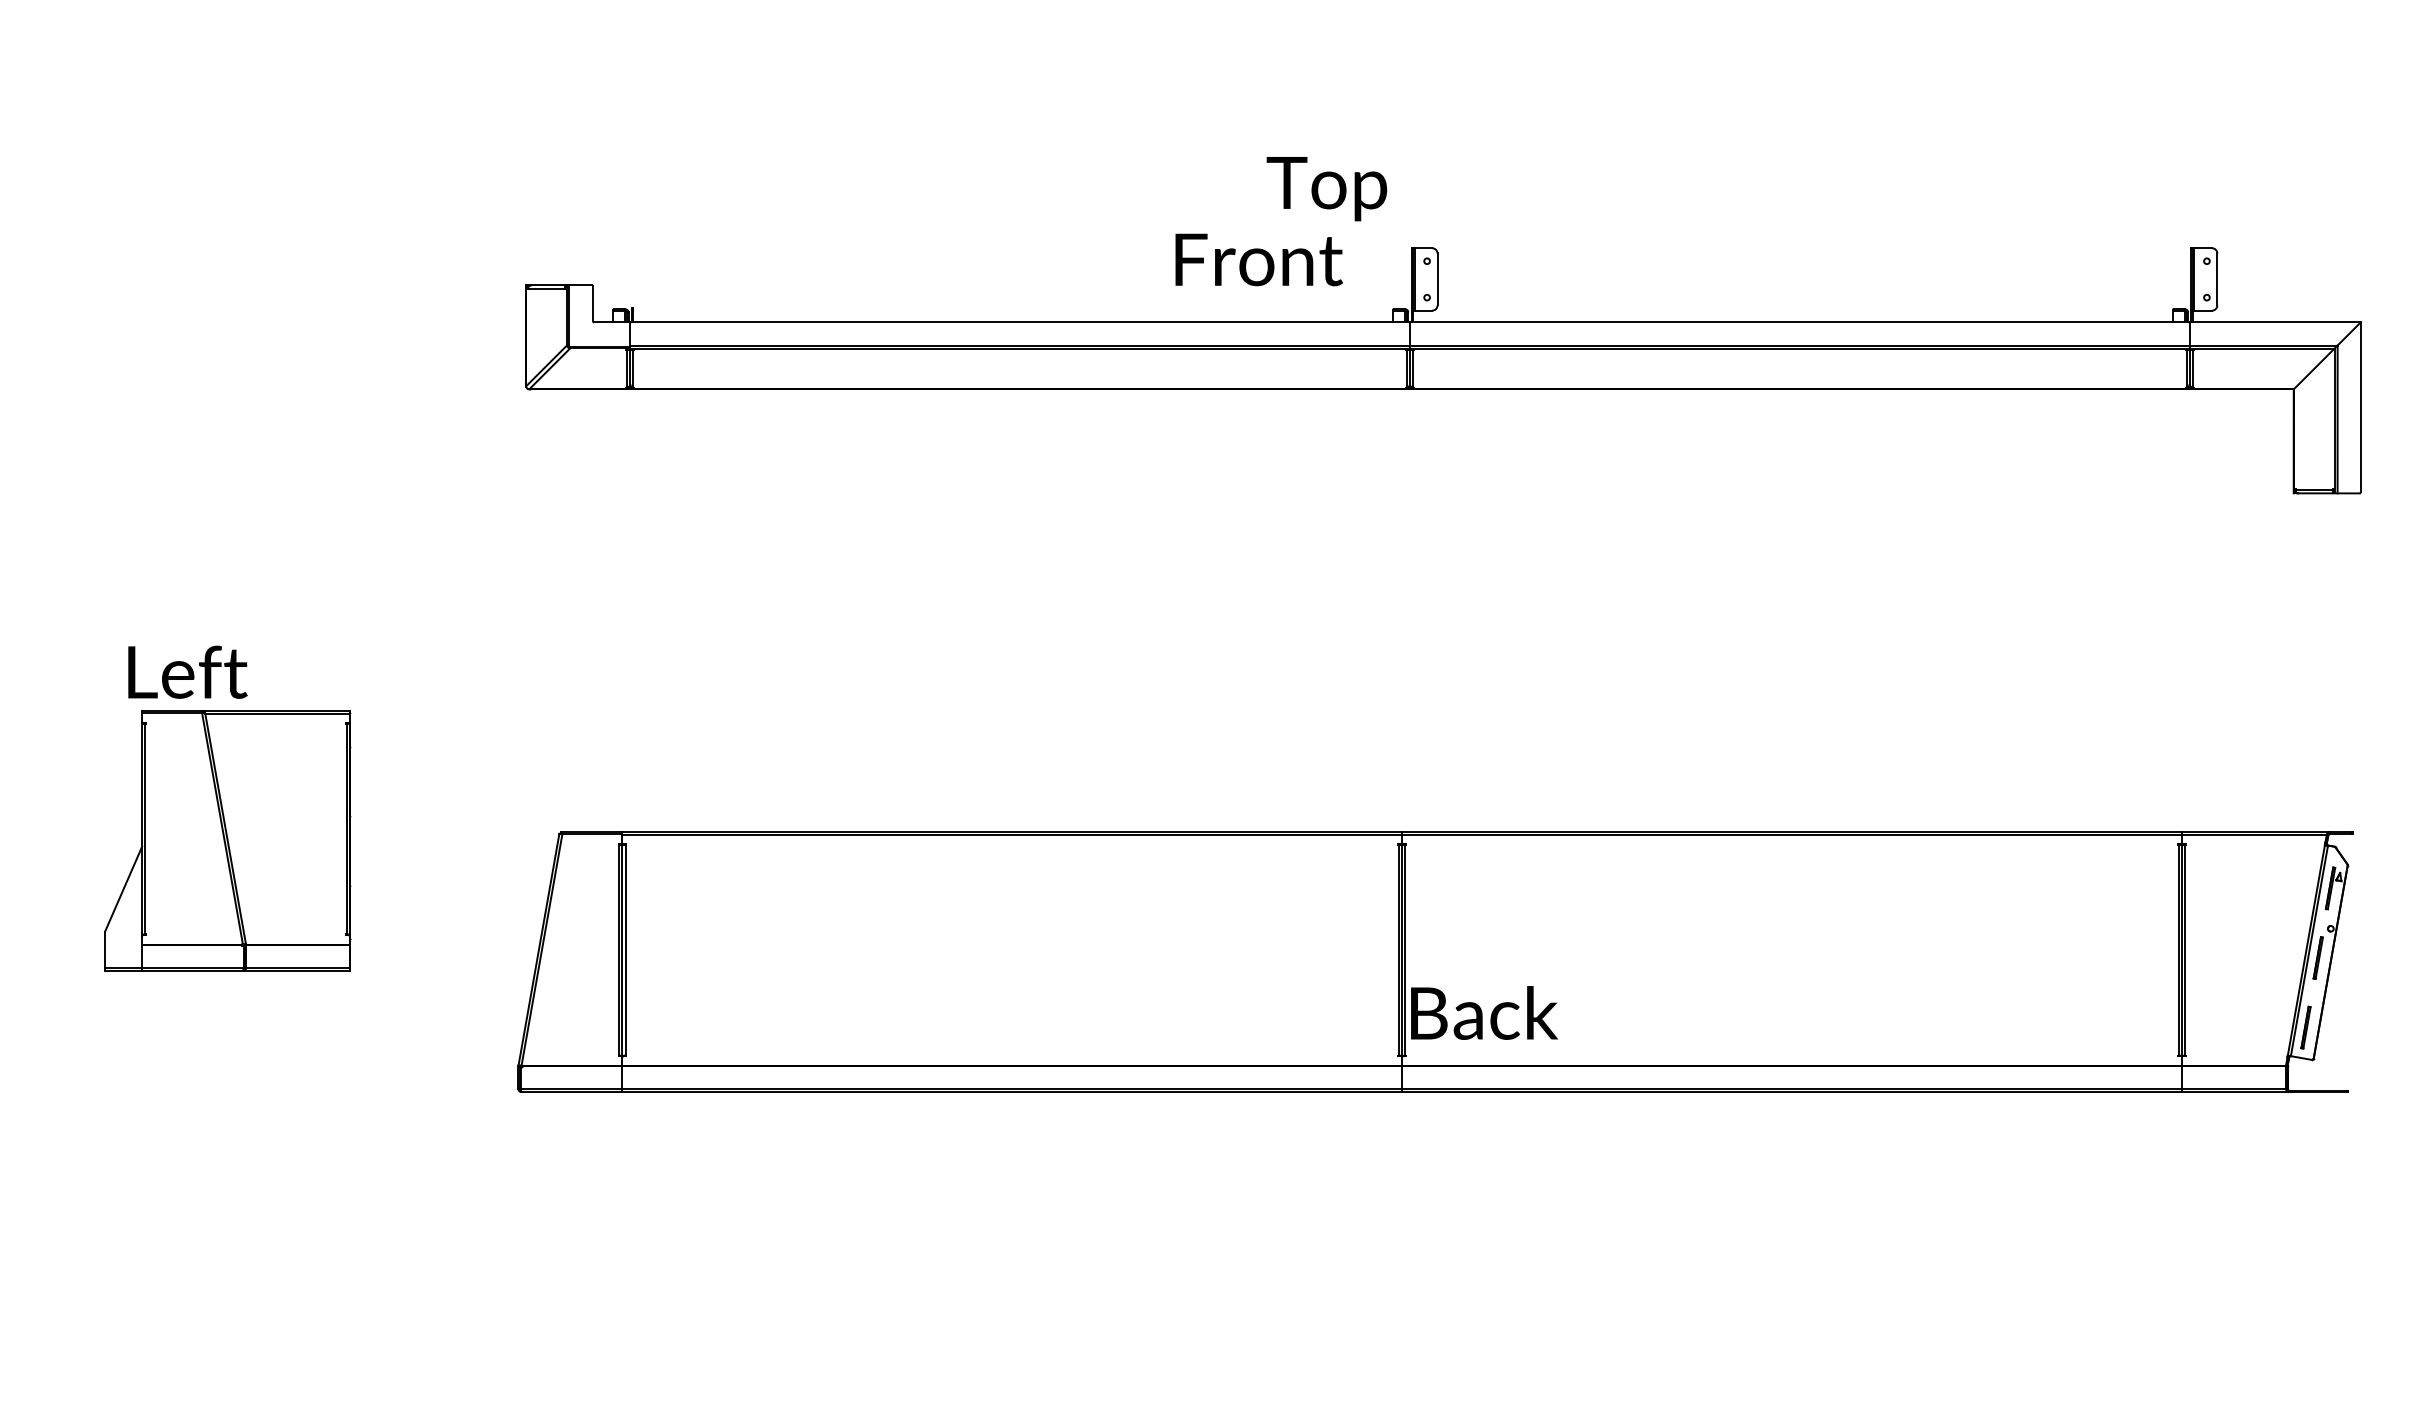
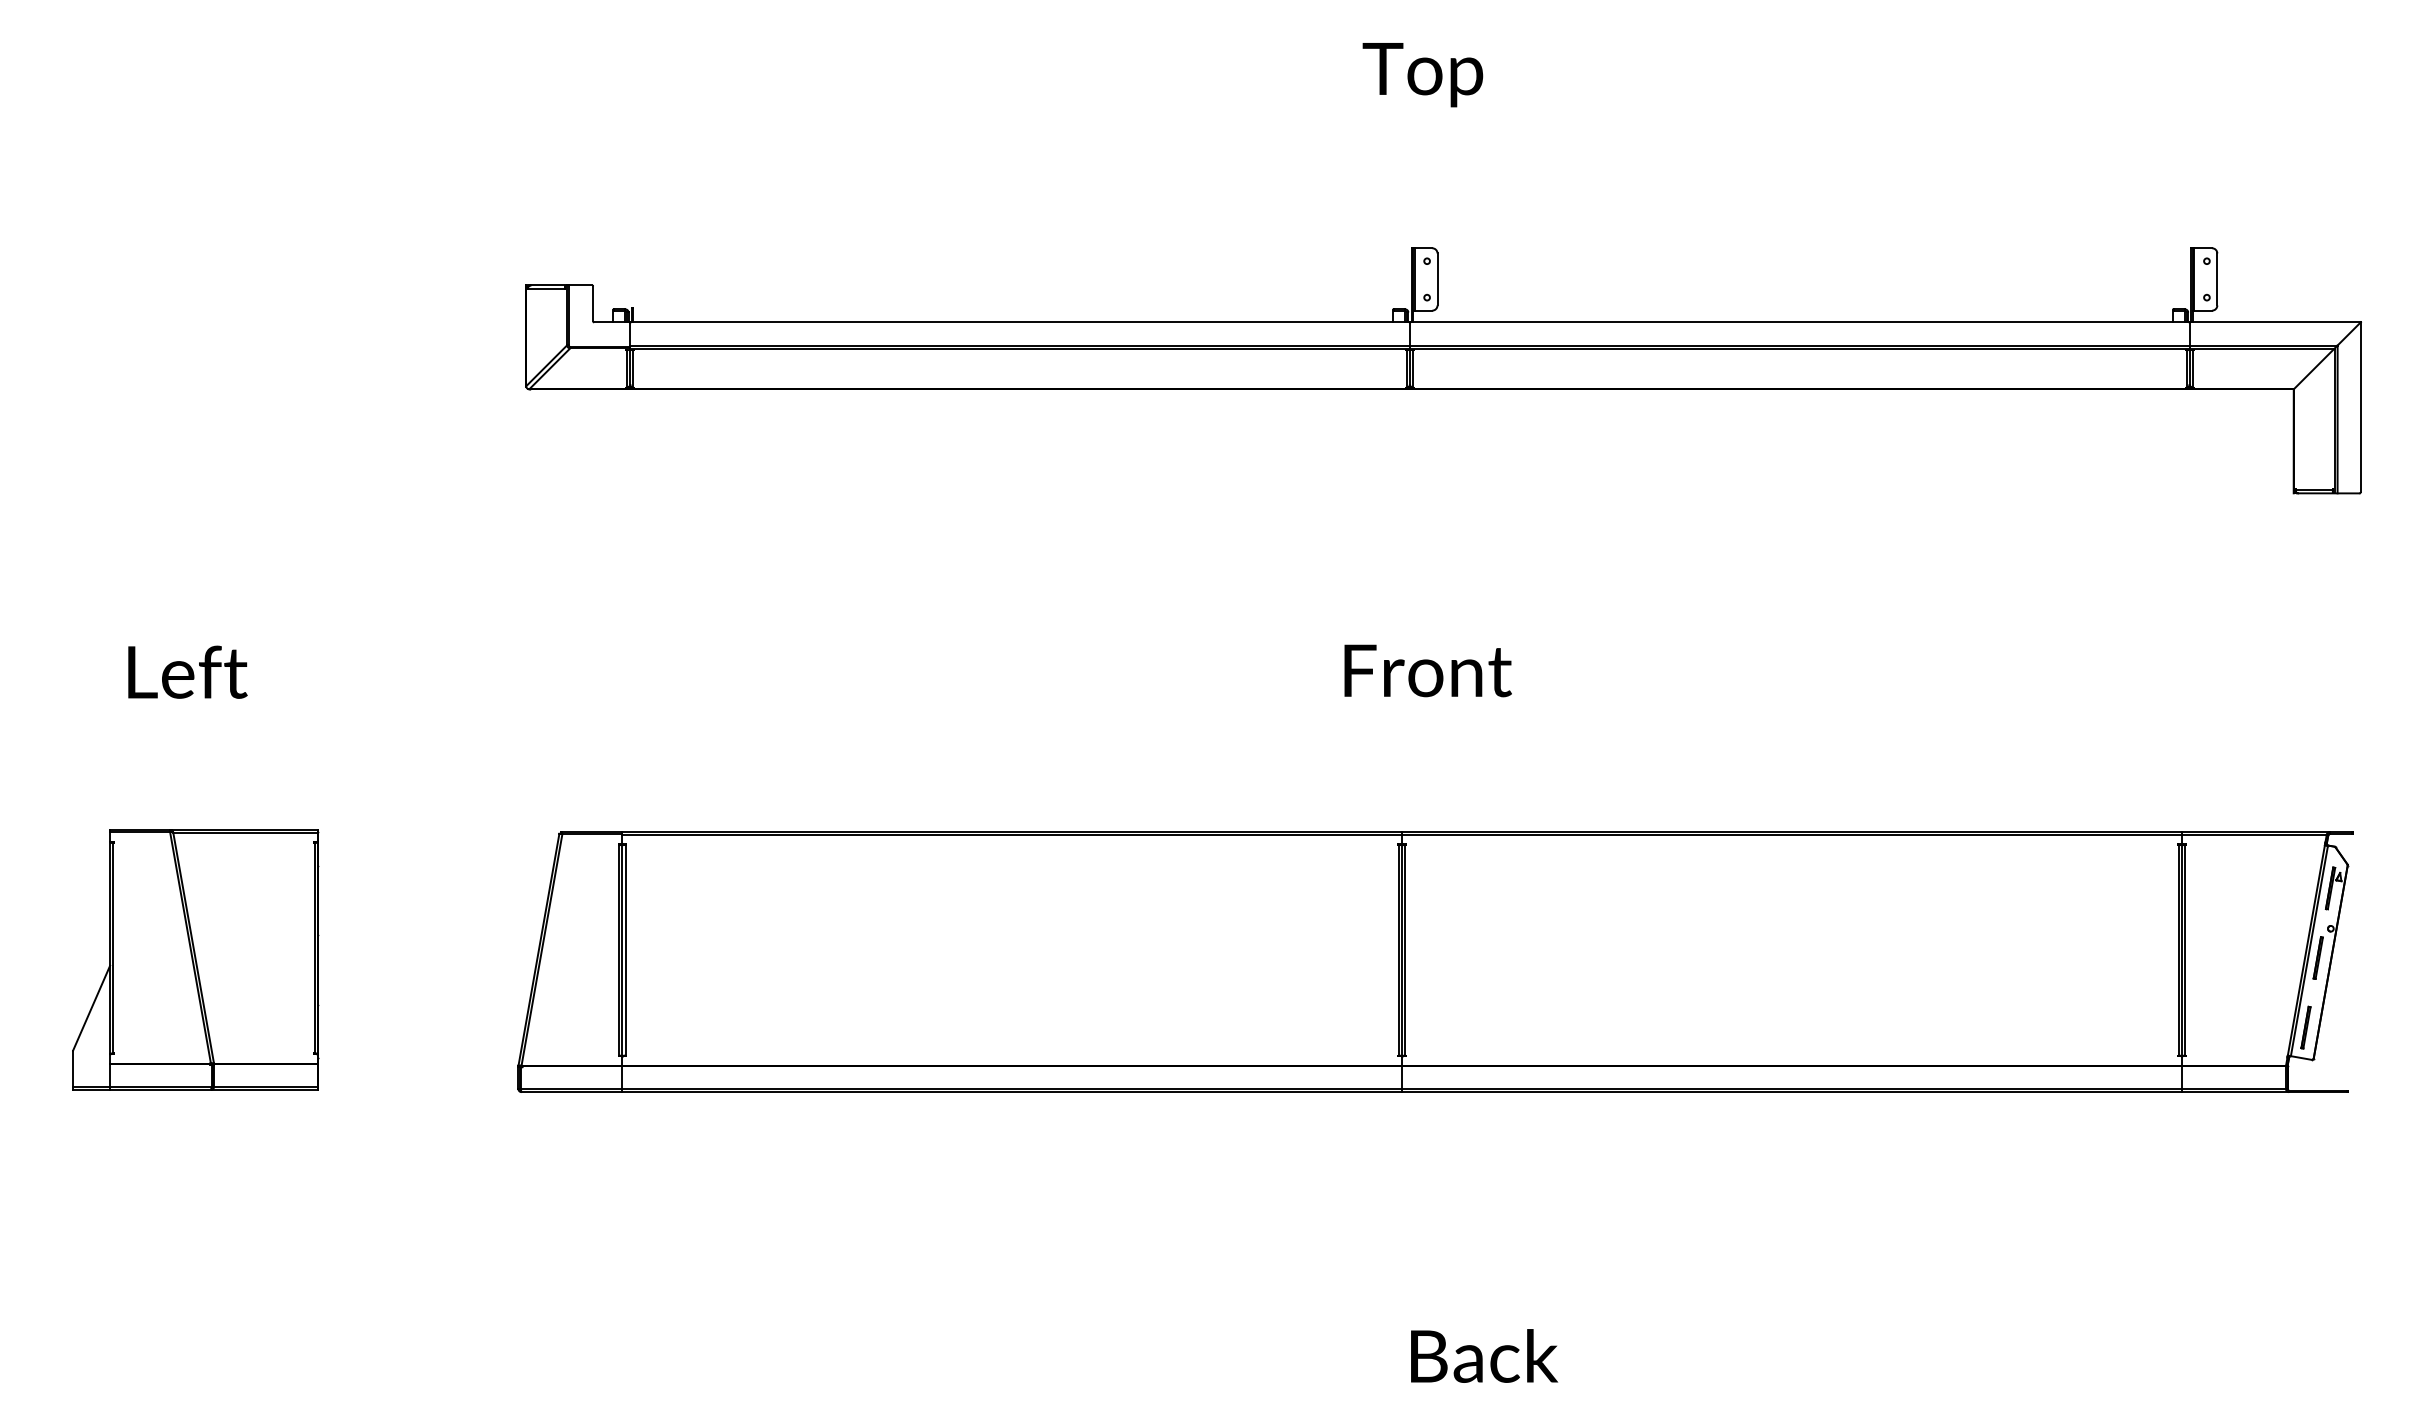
text at (1326, 189) position: (1326, 189) -> (1422, 75)
text at (1258, 259) position: (1258, 259) -> (1427, 670)
part at (227, 840) position: (227, 840) -> (195, 959)
text at (1484, 1012) position: (1484, 1012) -> (1484, 1355)
